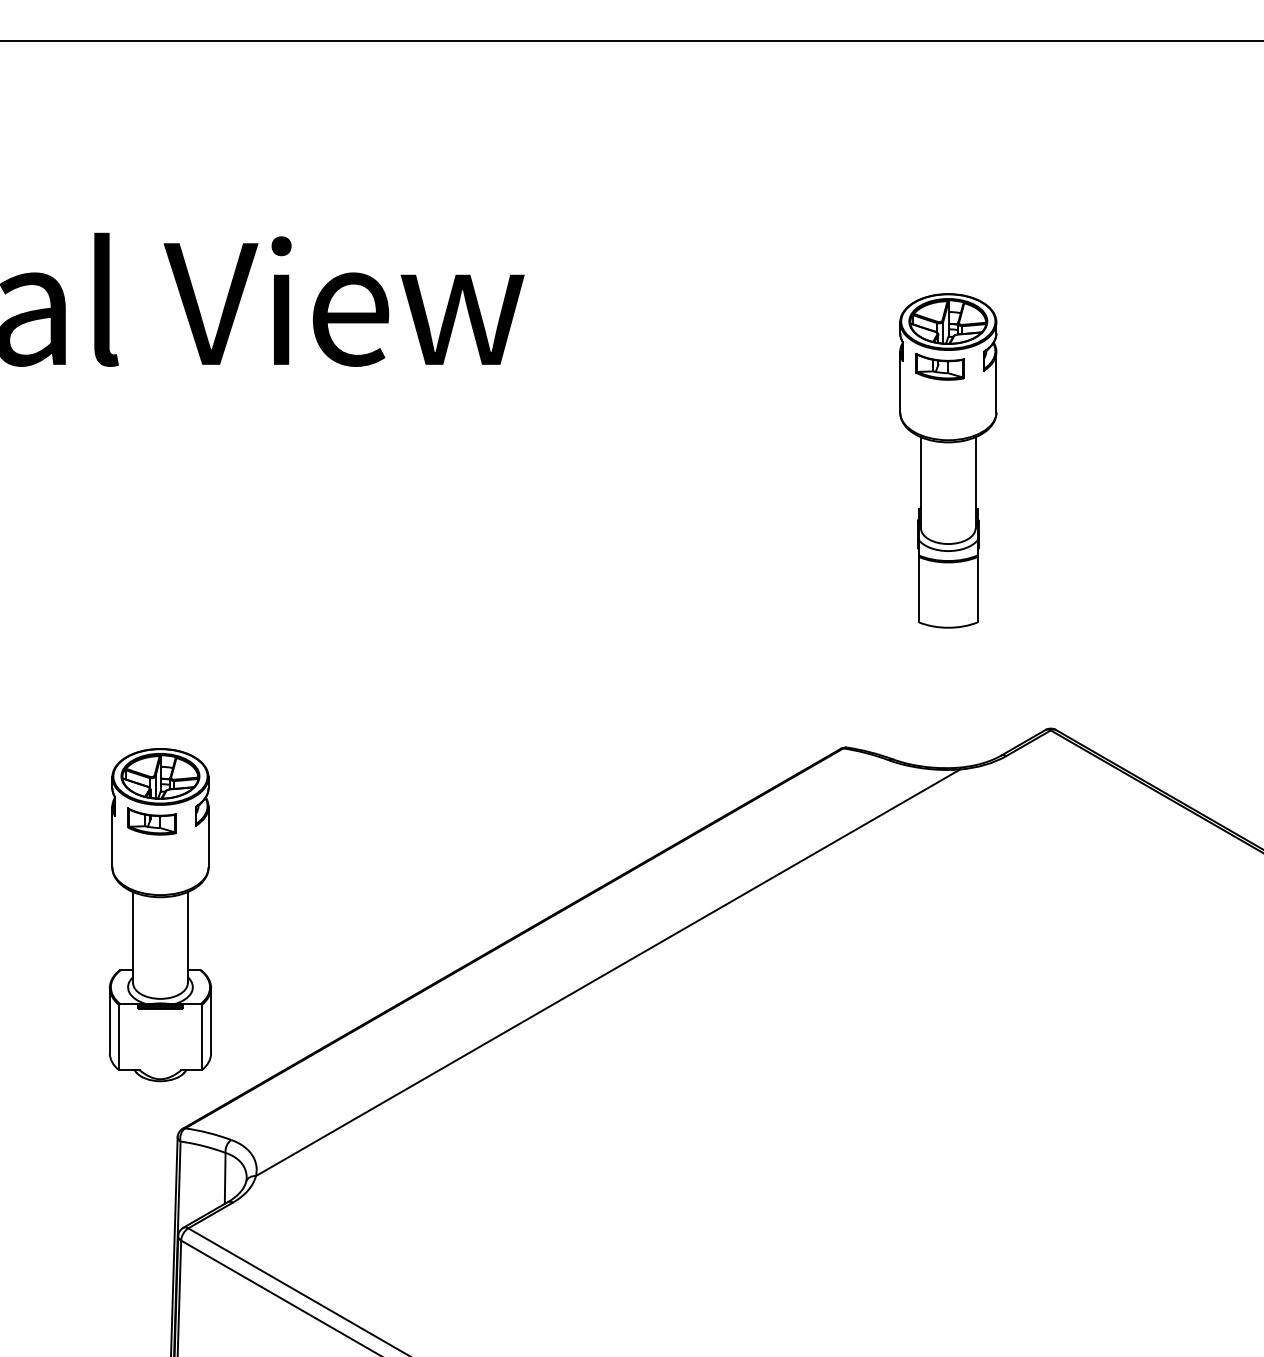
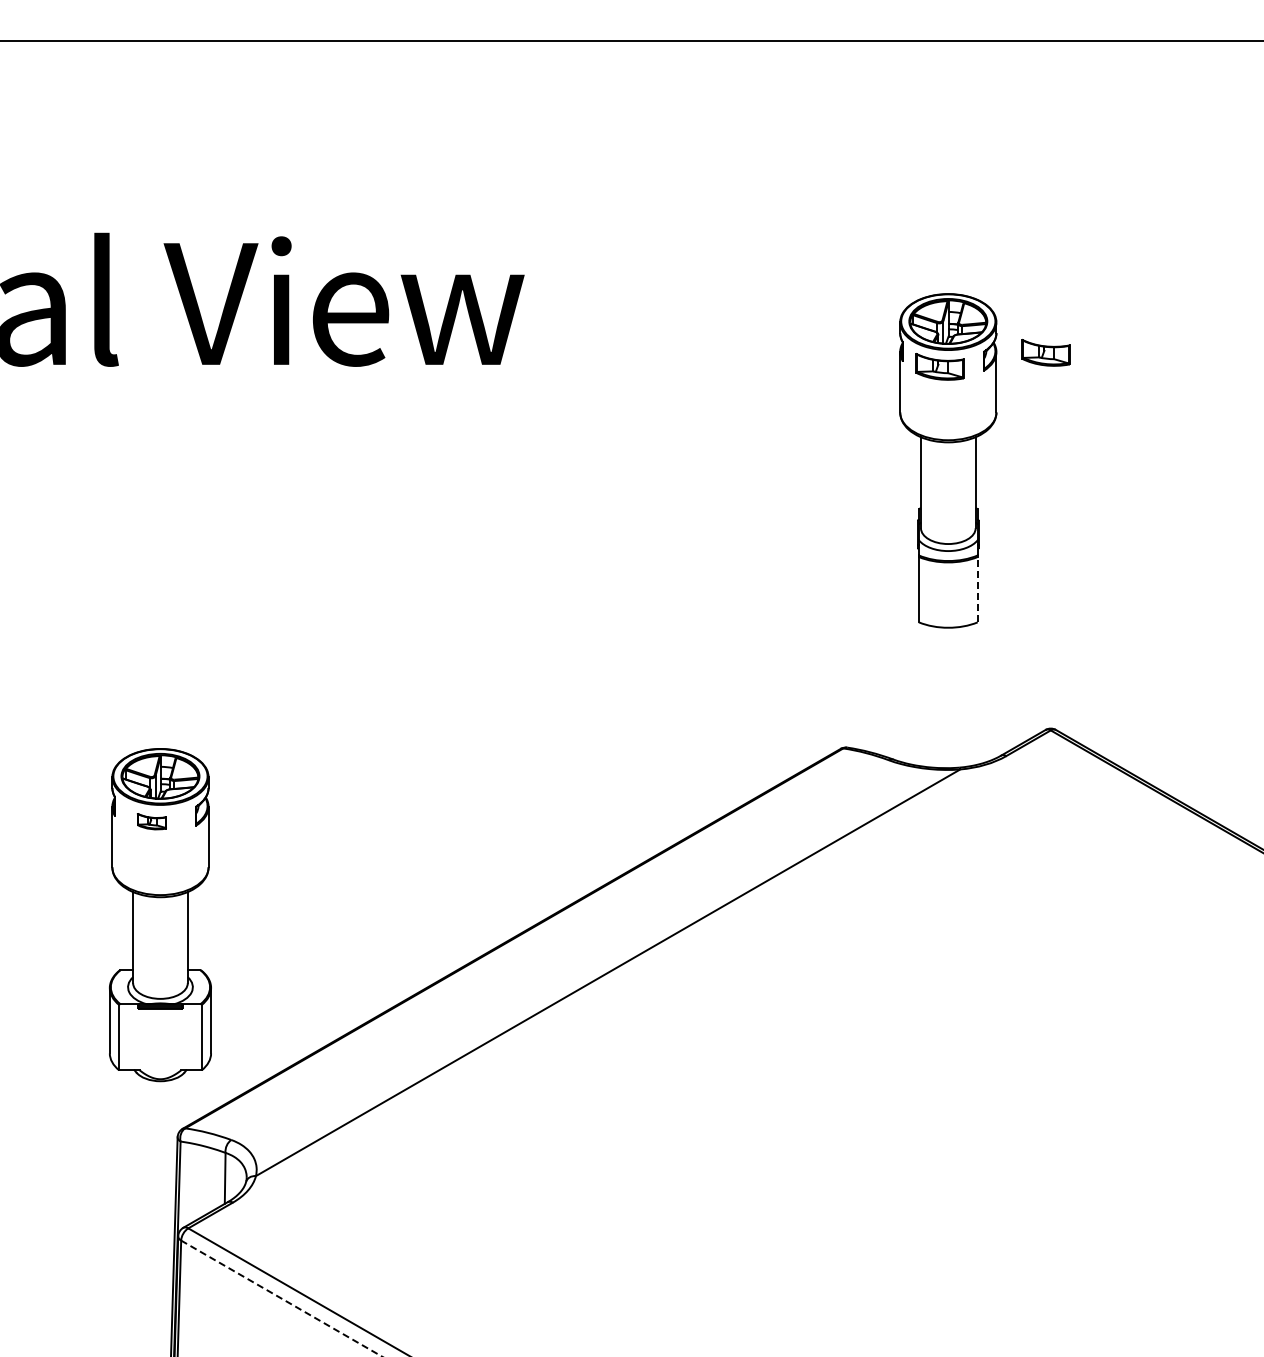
part at (1045, 352): none -> present
line at (977, 589): solid -> dashed
part at (151, 821) size: 50x29 px -> 30x18 px
line at (281, 1298): solid -> dashed
